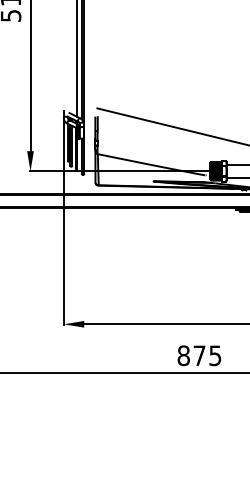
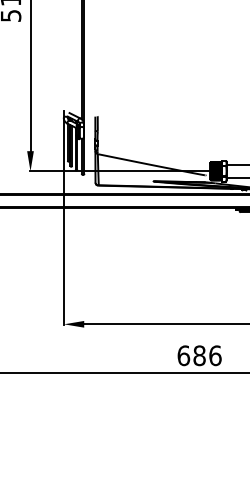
line at (77, 59): present -> none
line at (171, 126): present -> none
text at (199, 355): 875 -> 686
